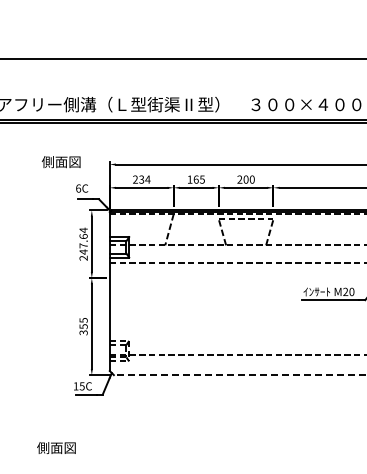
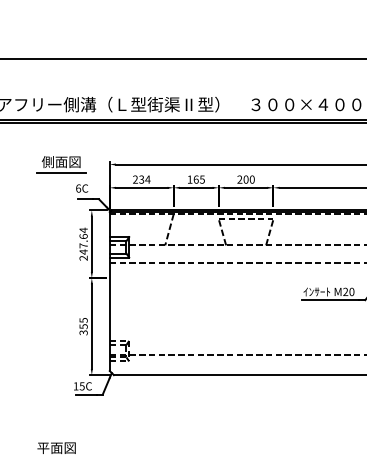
line at (61, 172): none -> present
line at (239, 375): dashed -> solid
text at (43, 448): 側面図 -> 平面図
